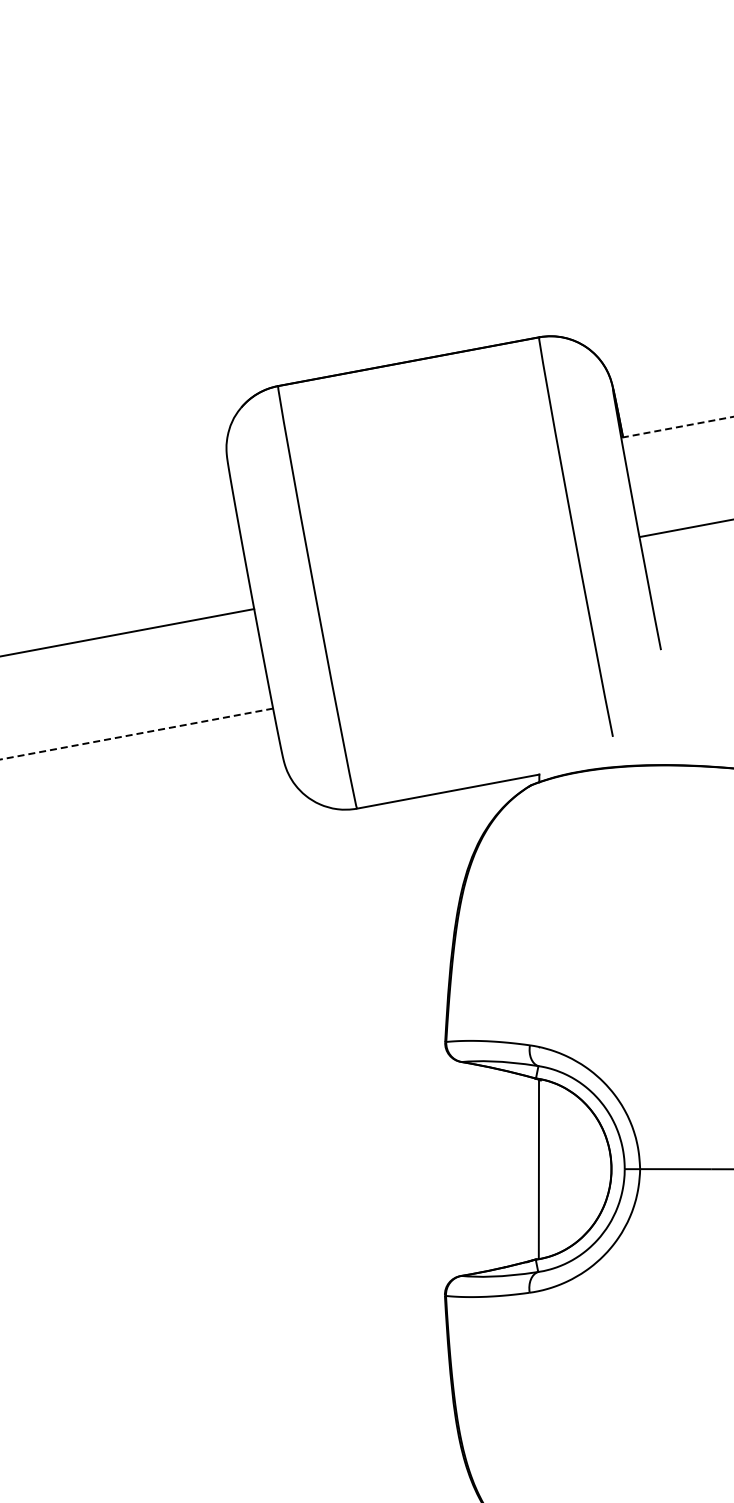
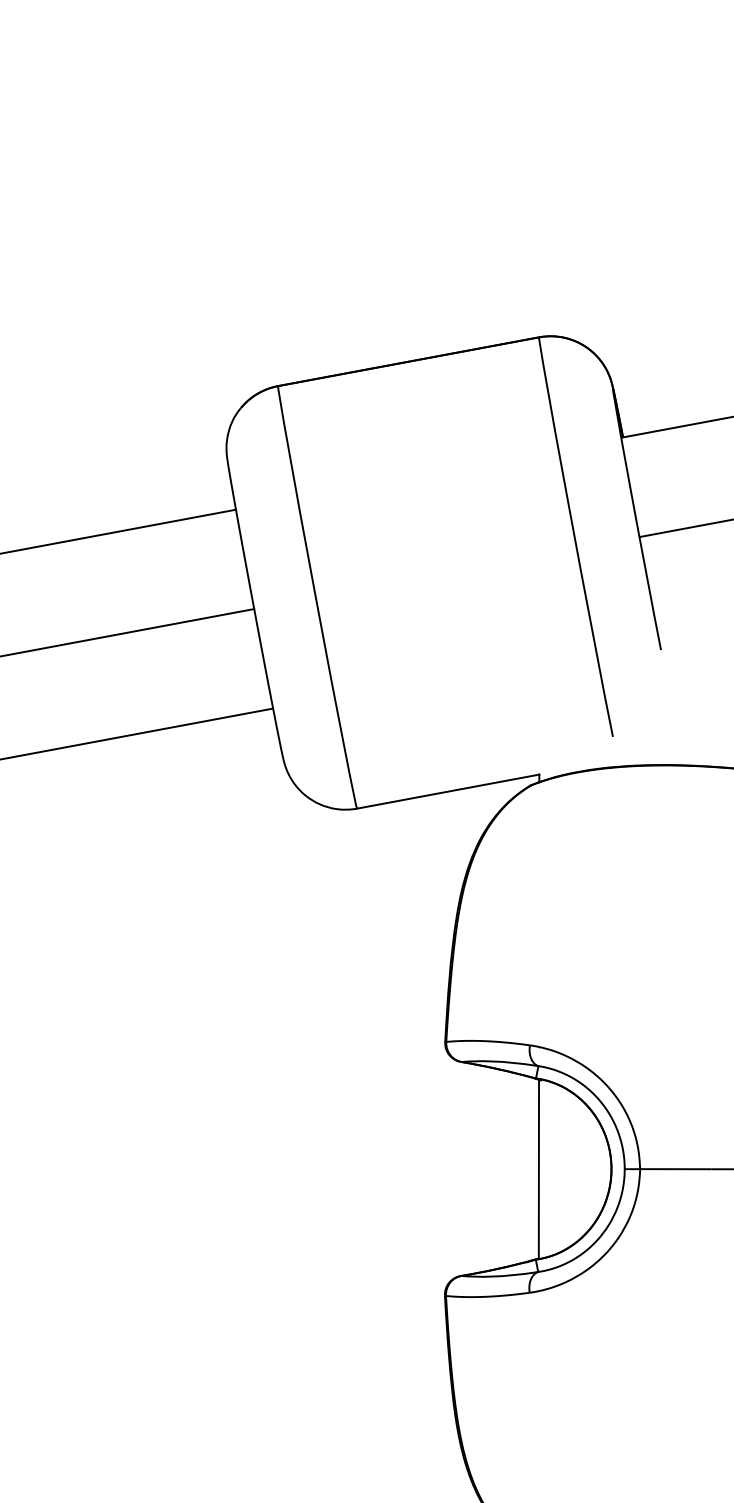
line at (677, 427): dashed -> solid
line at (118, 531): none -> present
line at (136, 734): dashed -> solid
